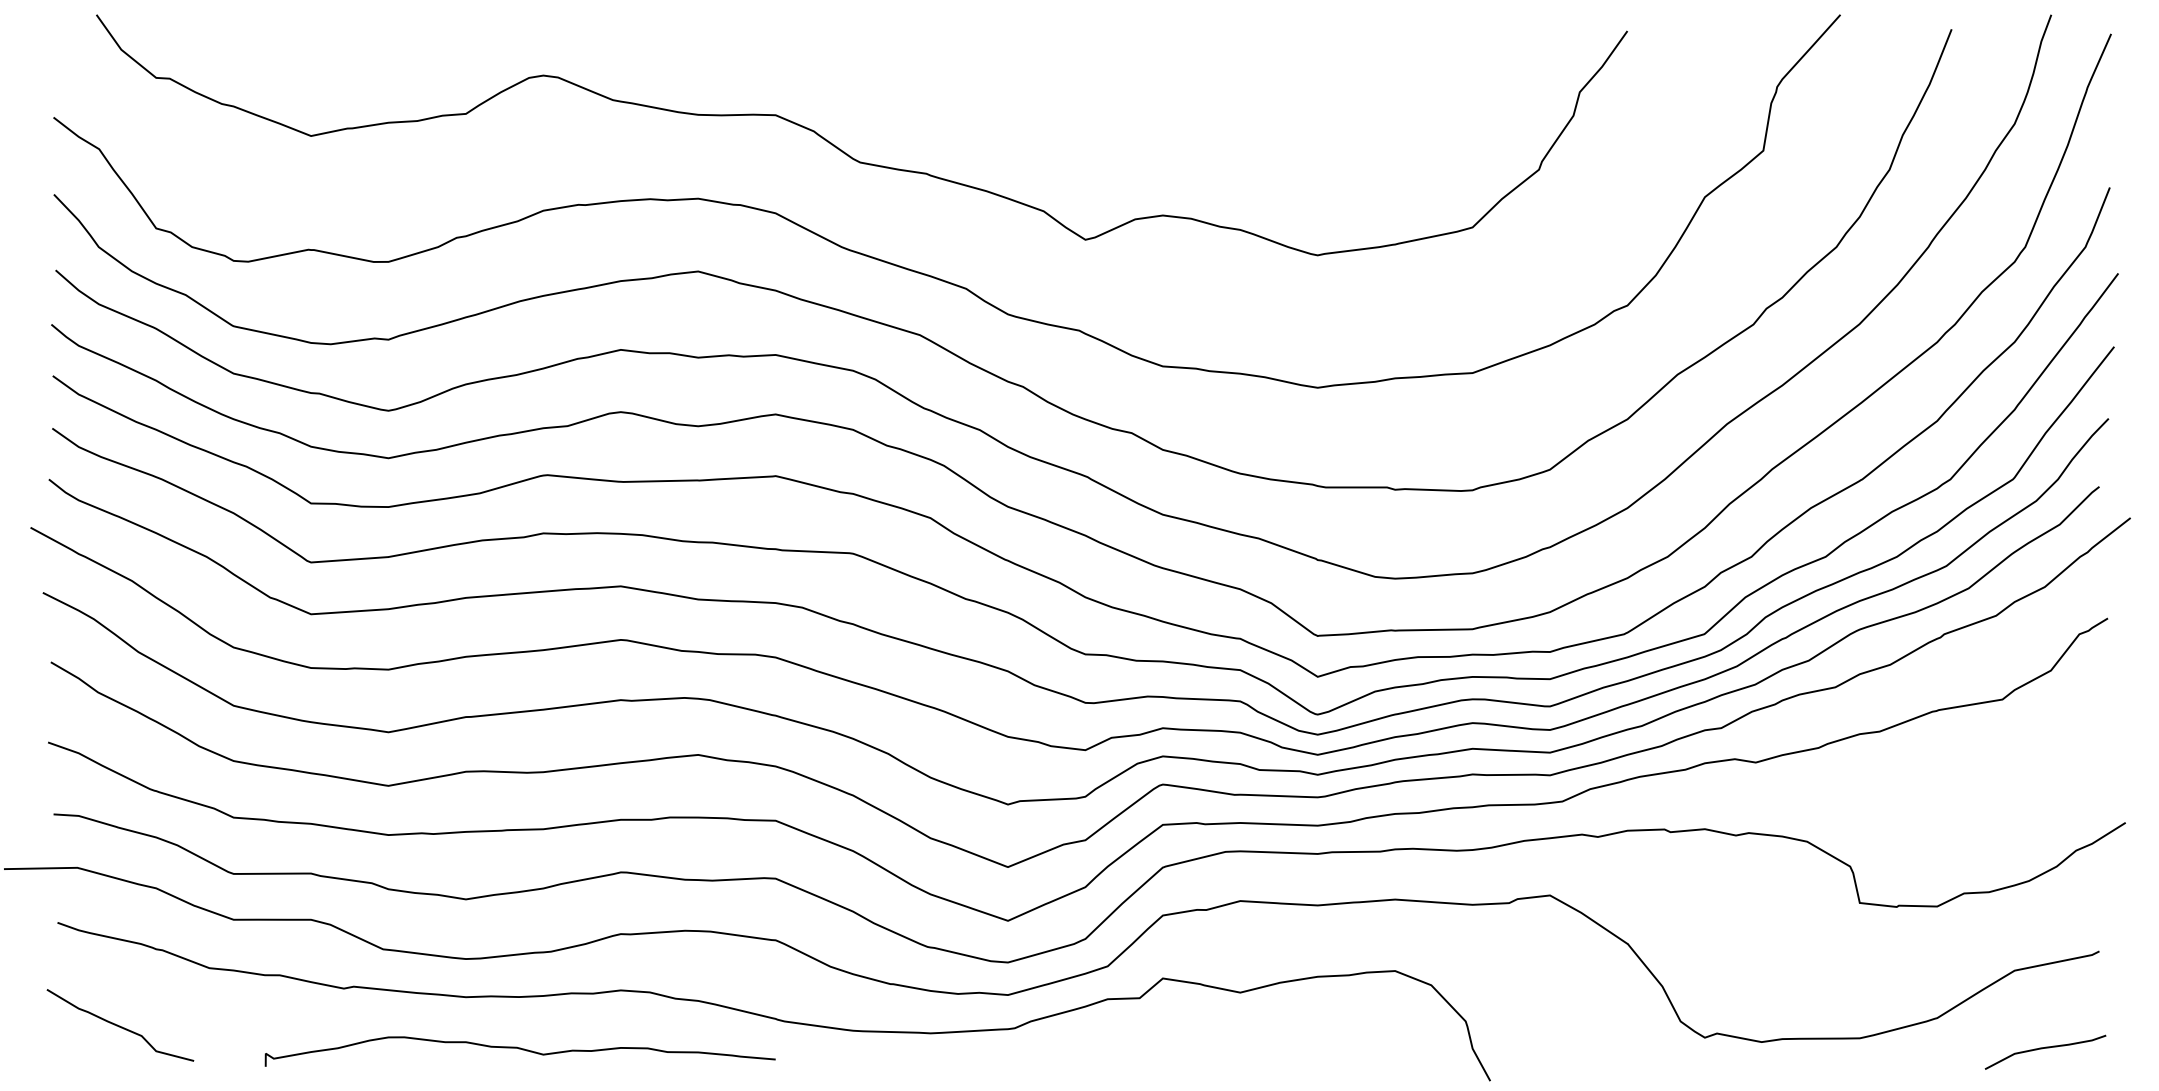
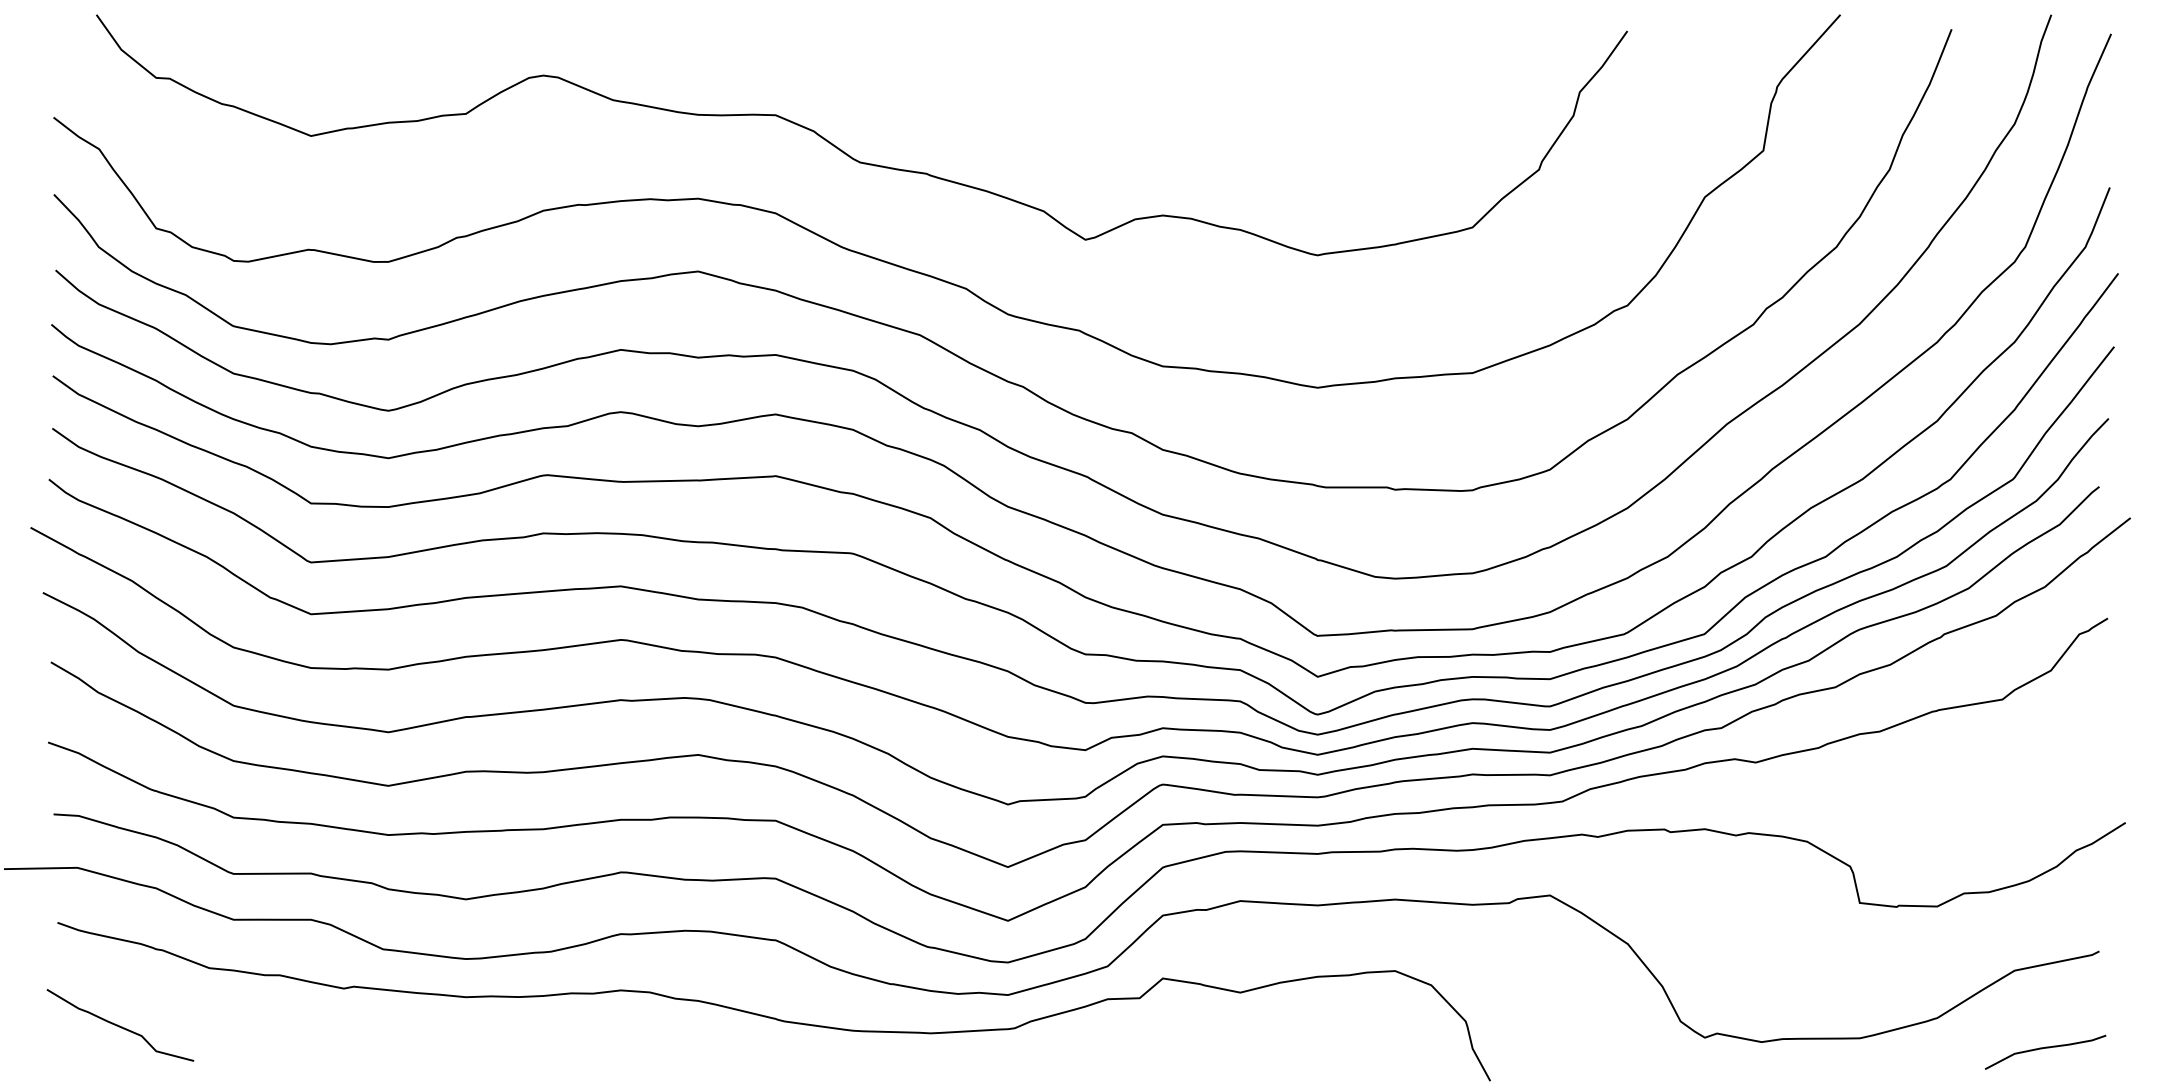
curve at (519, 1049): present -> none
